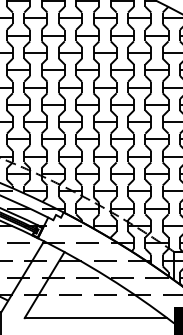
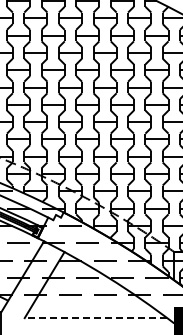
line at (95, 318): solid -> dashed
